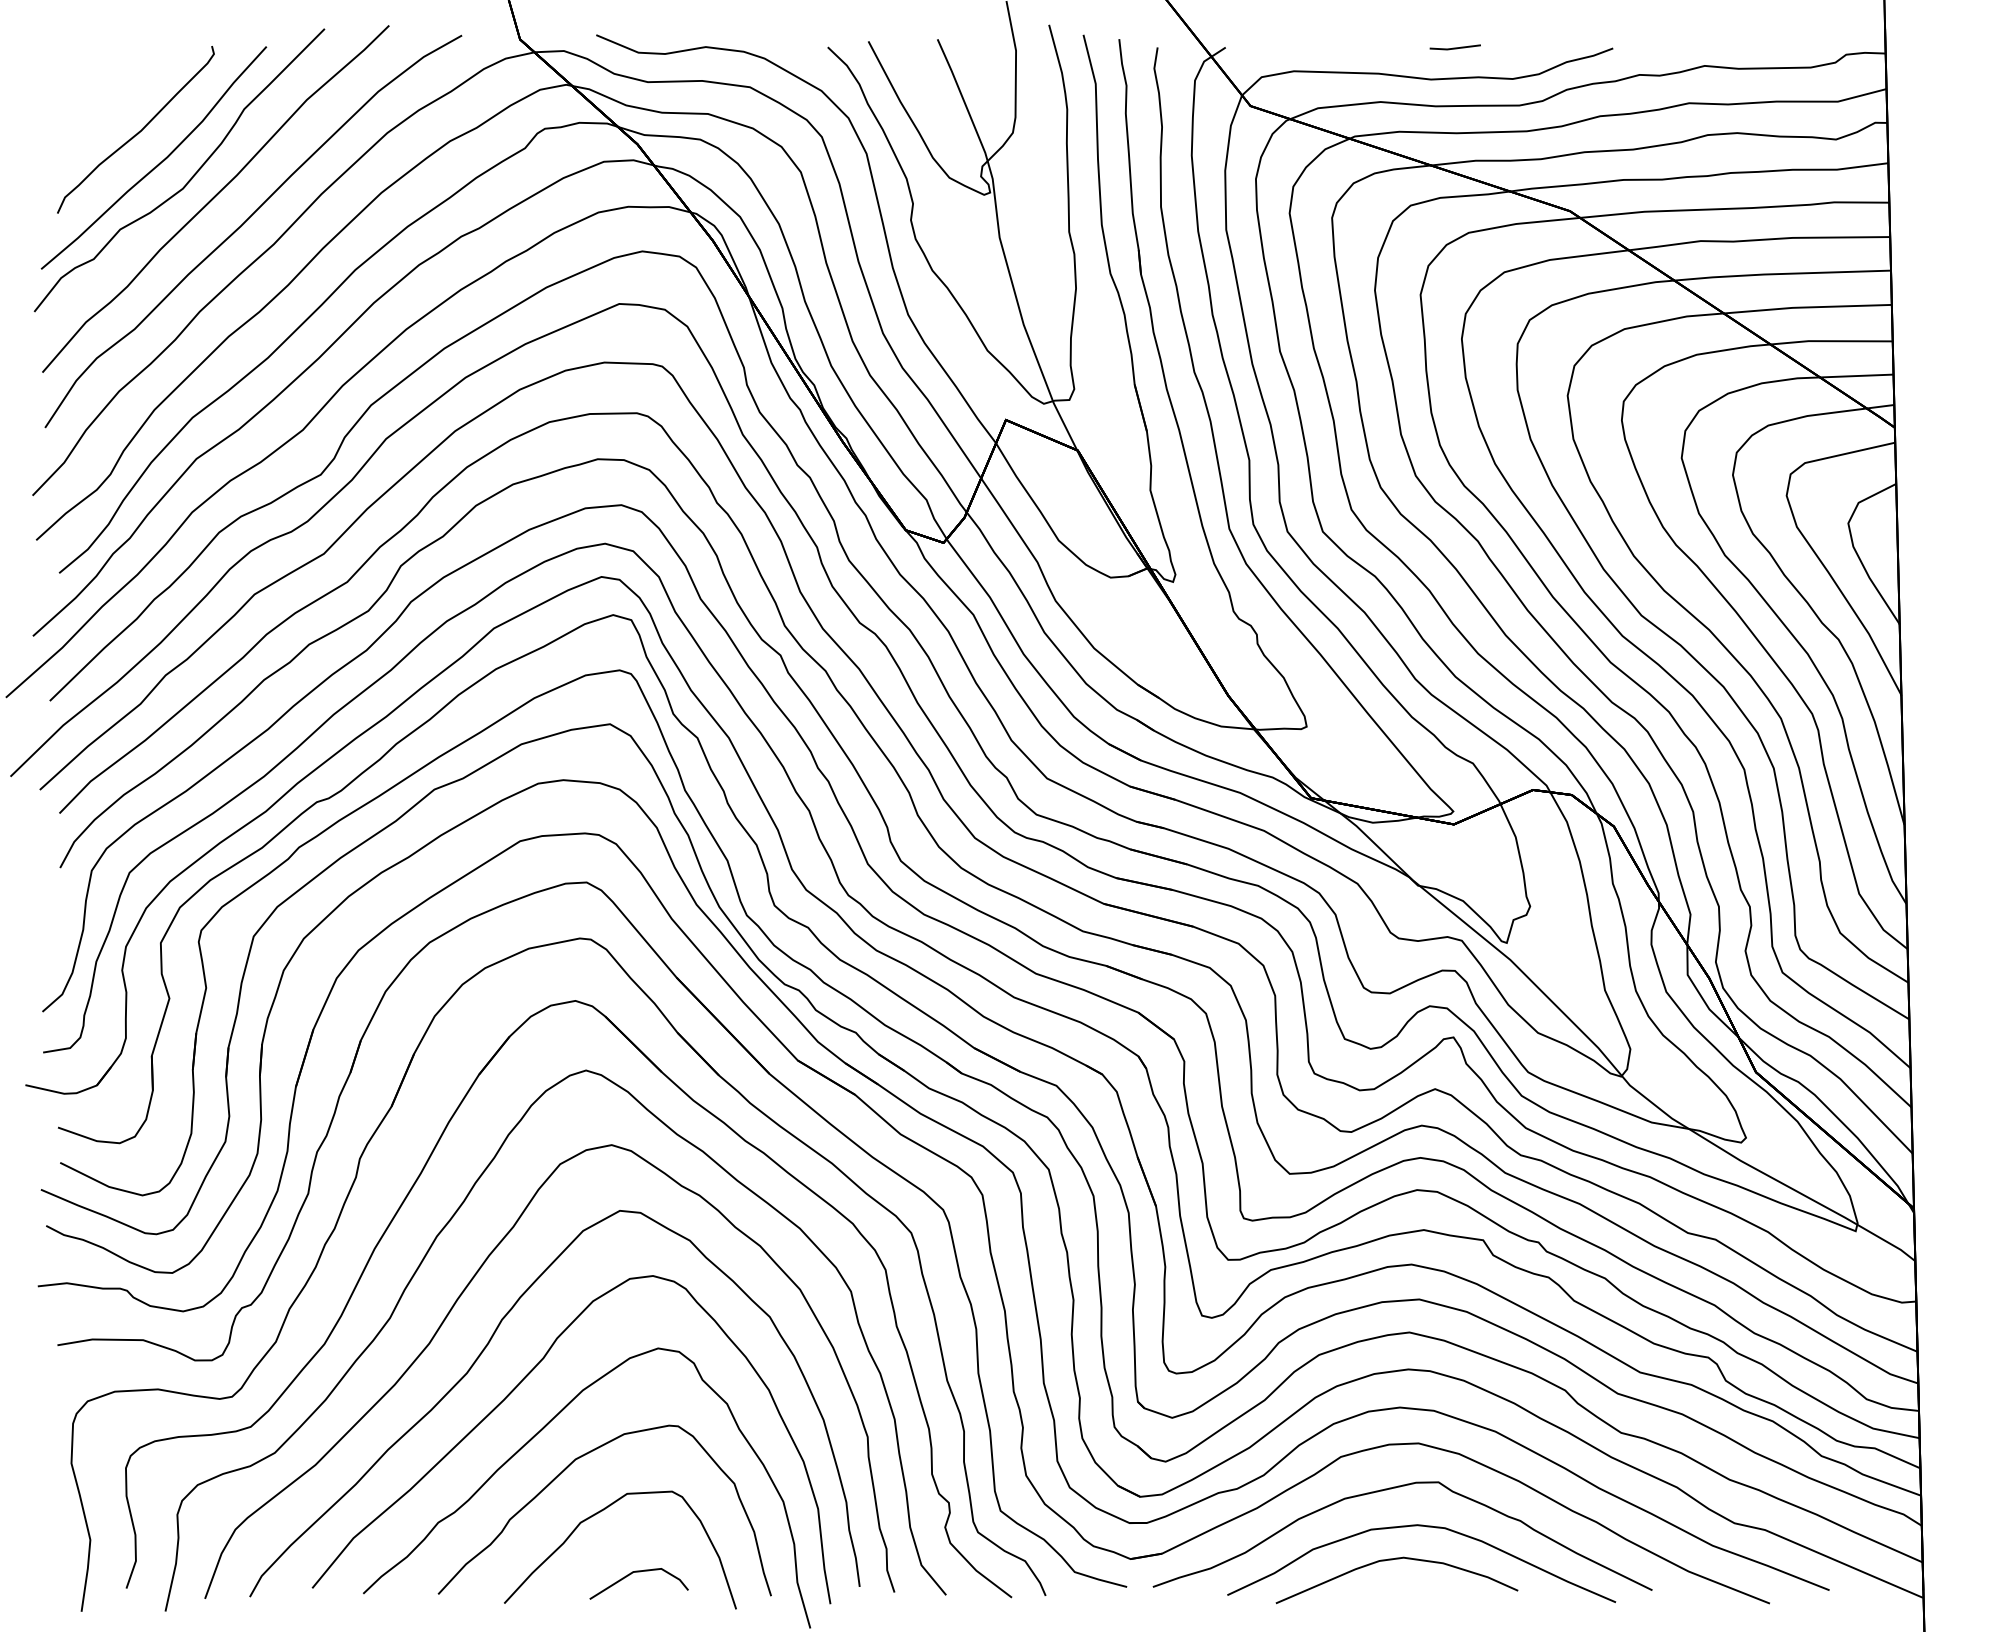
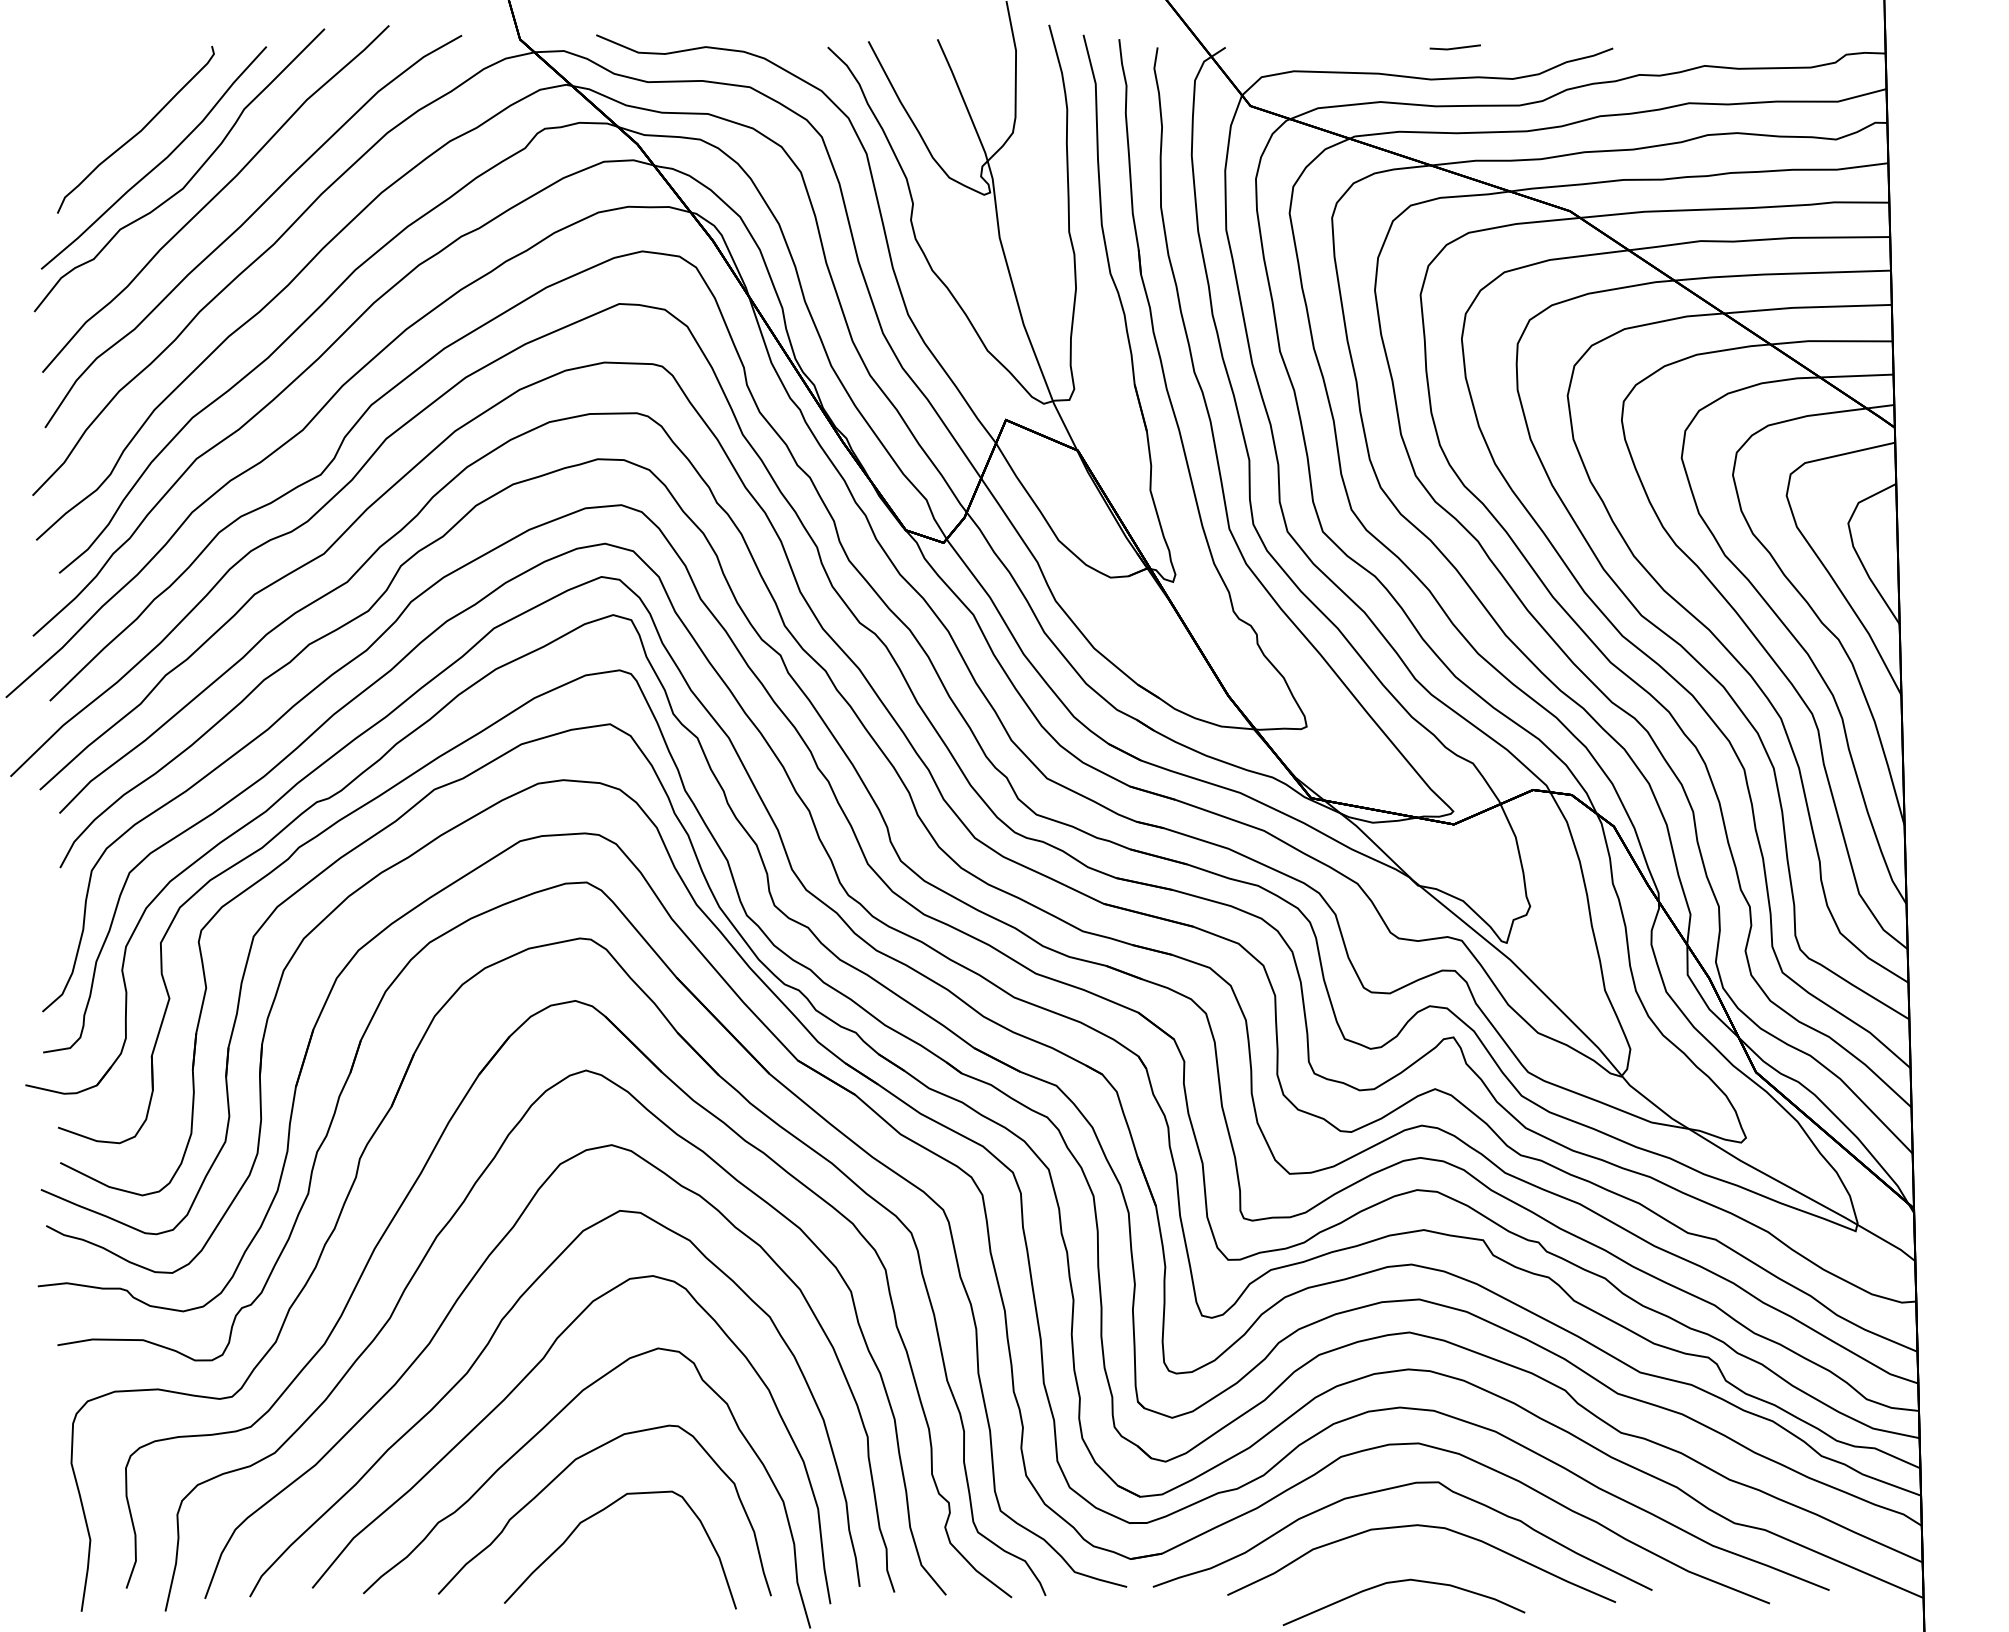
part at (1392, 1560) position: (1392, 1560) -> (1399, 1582)
part at (638, 1572): present -> none
